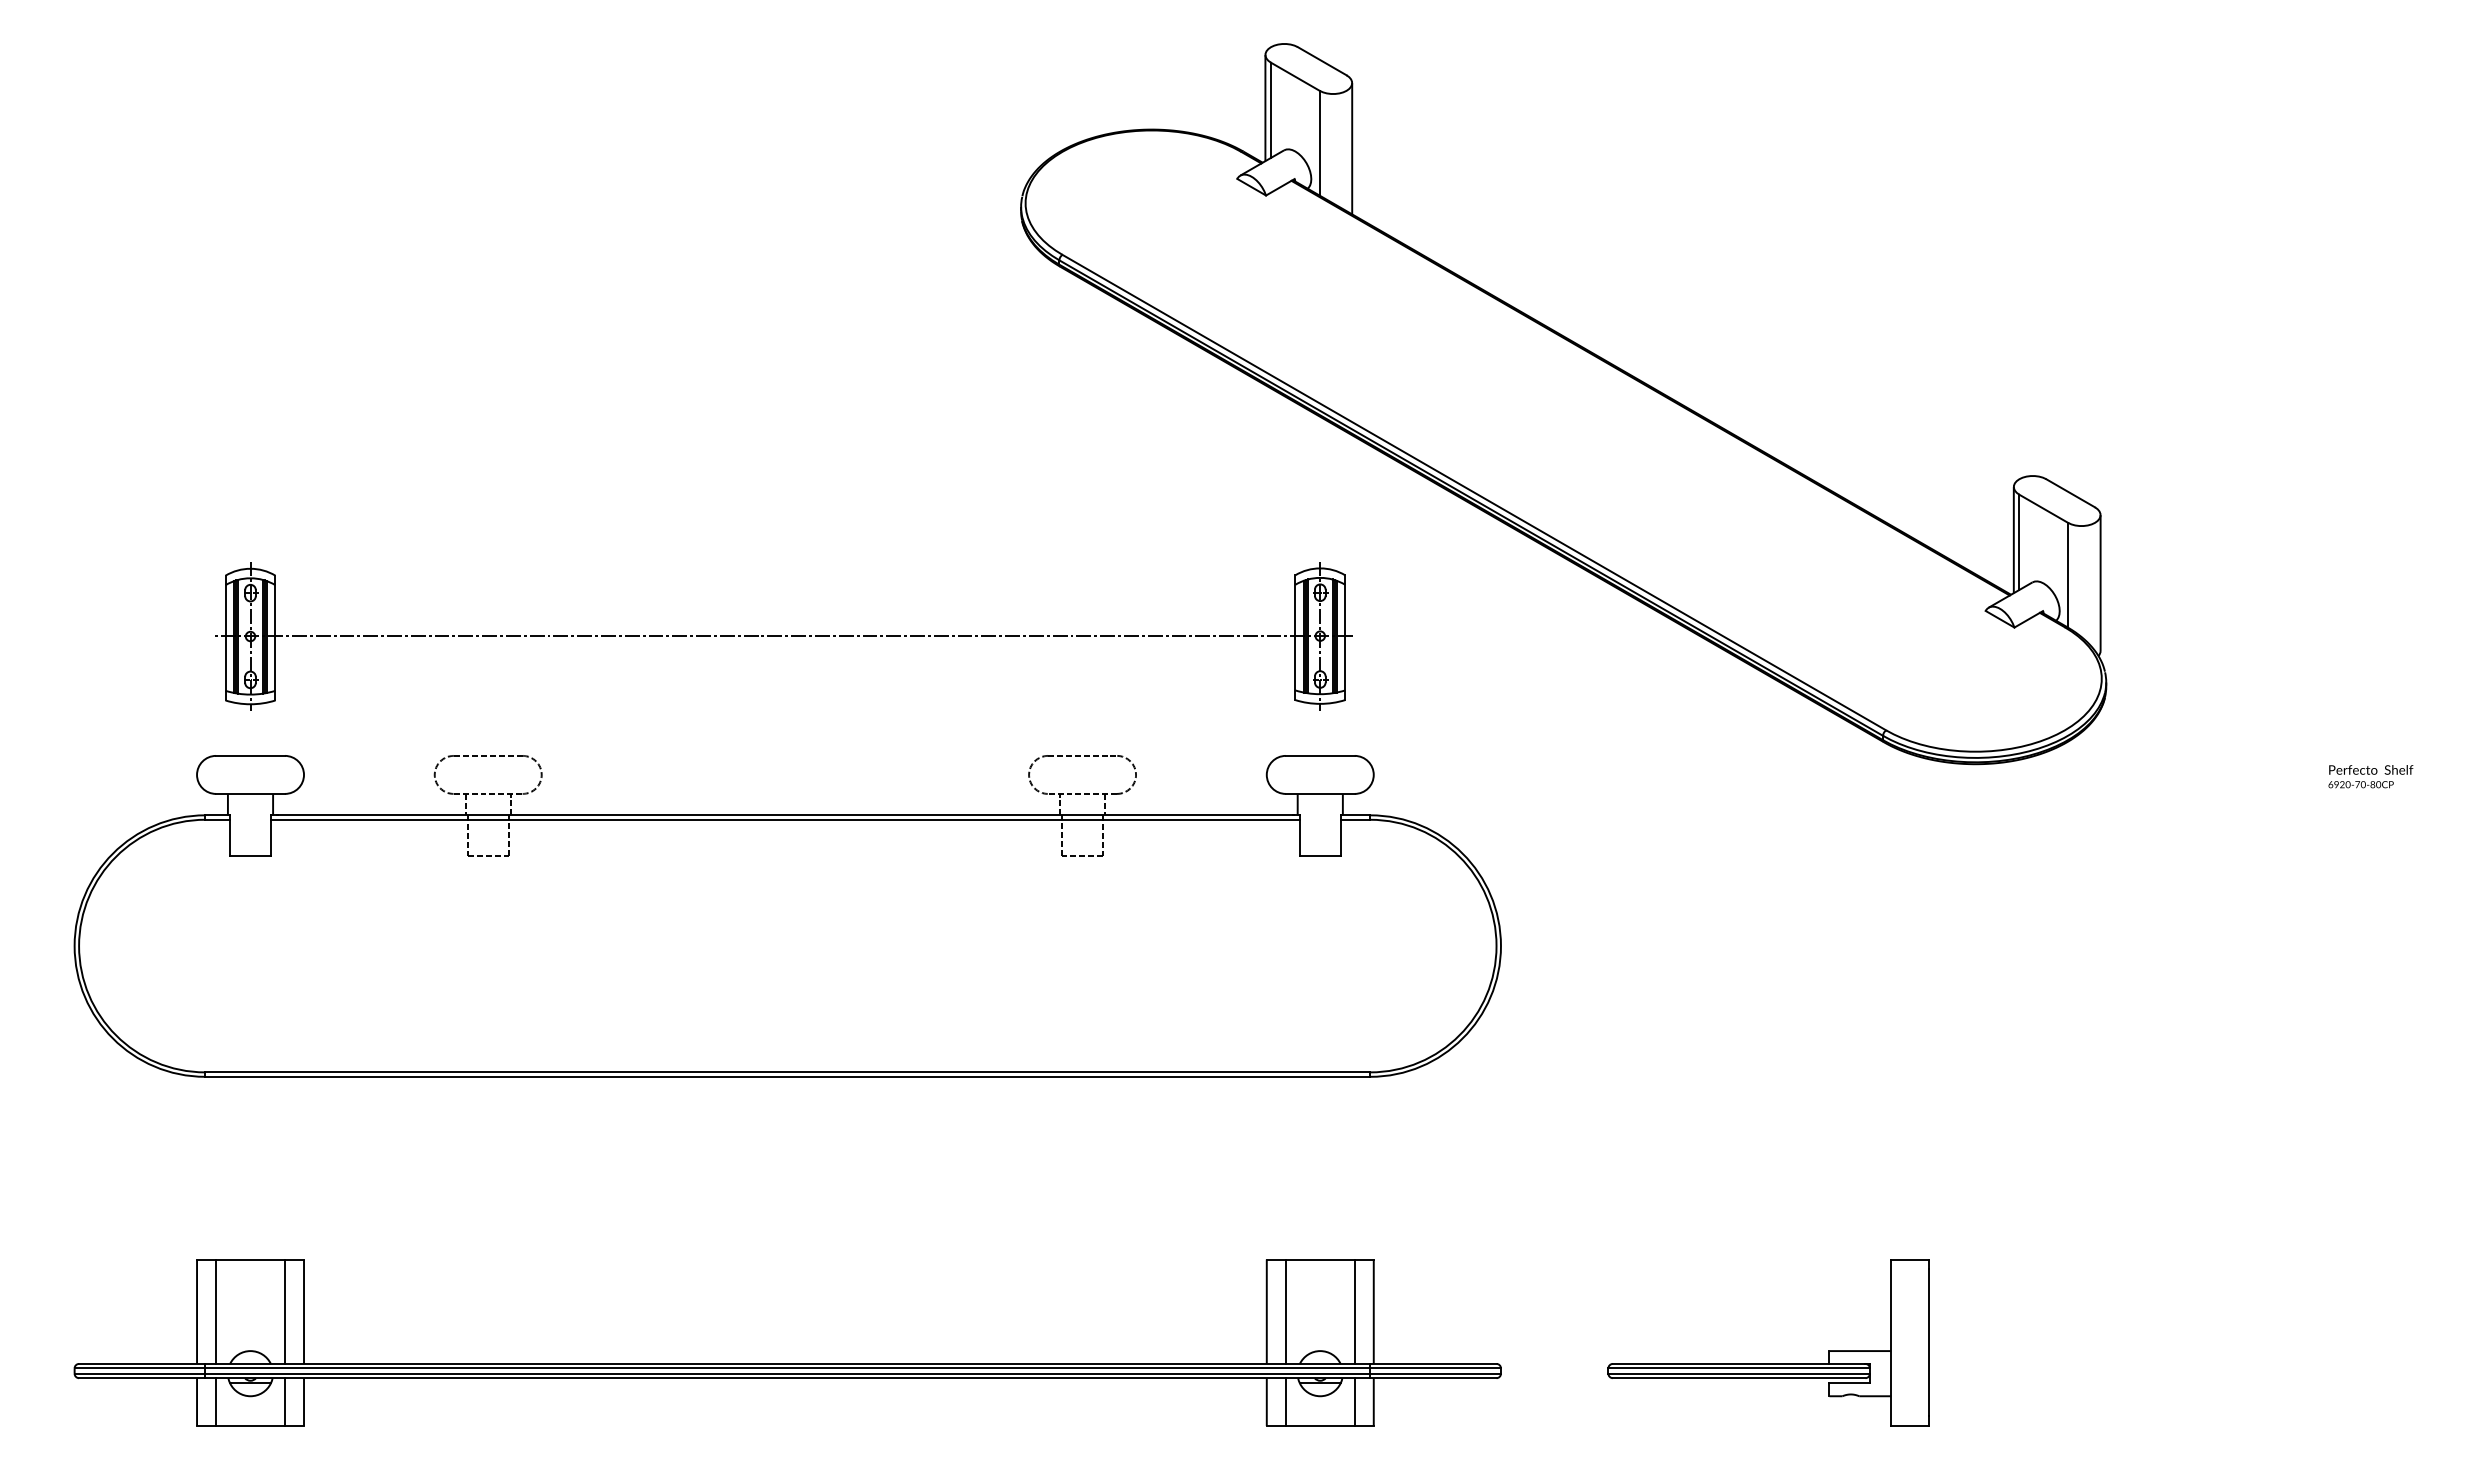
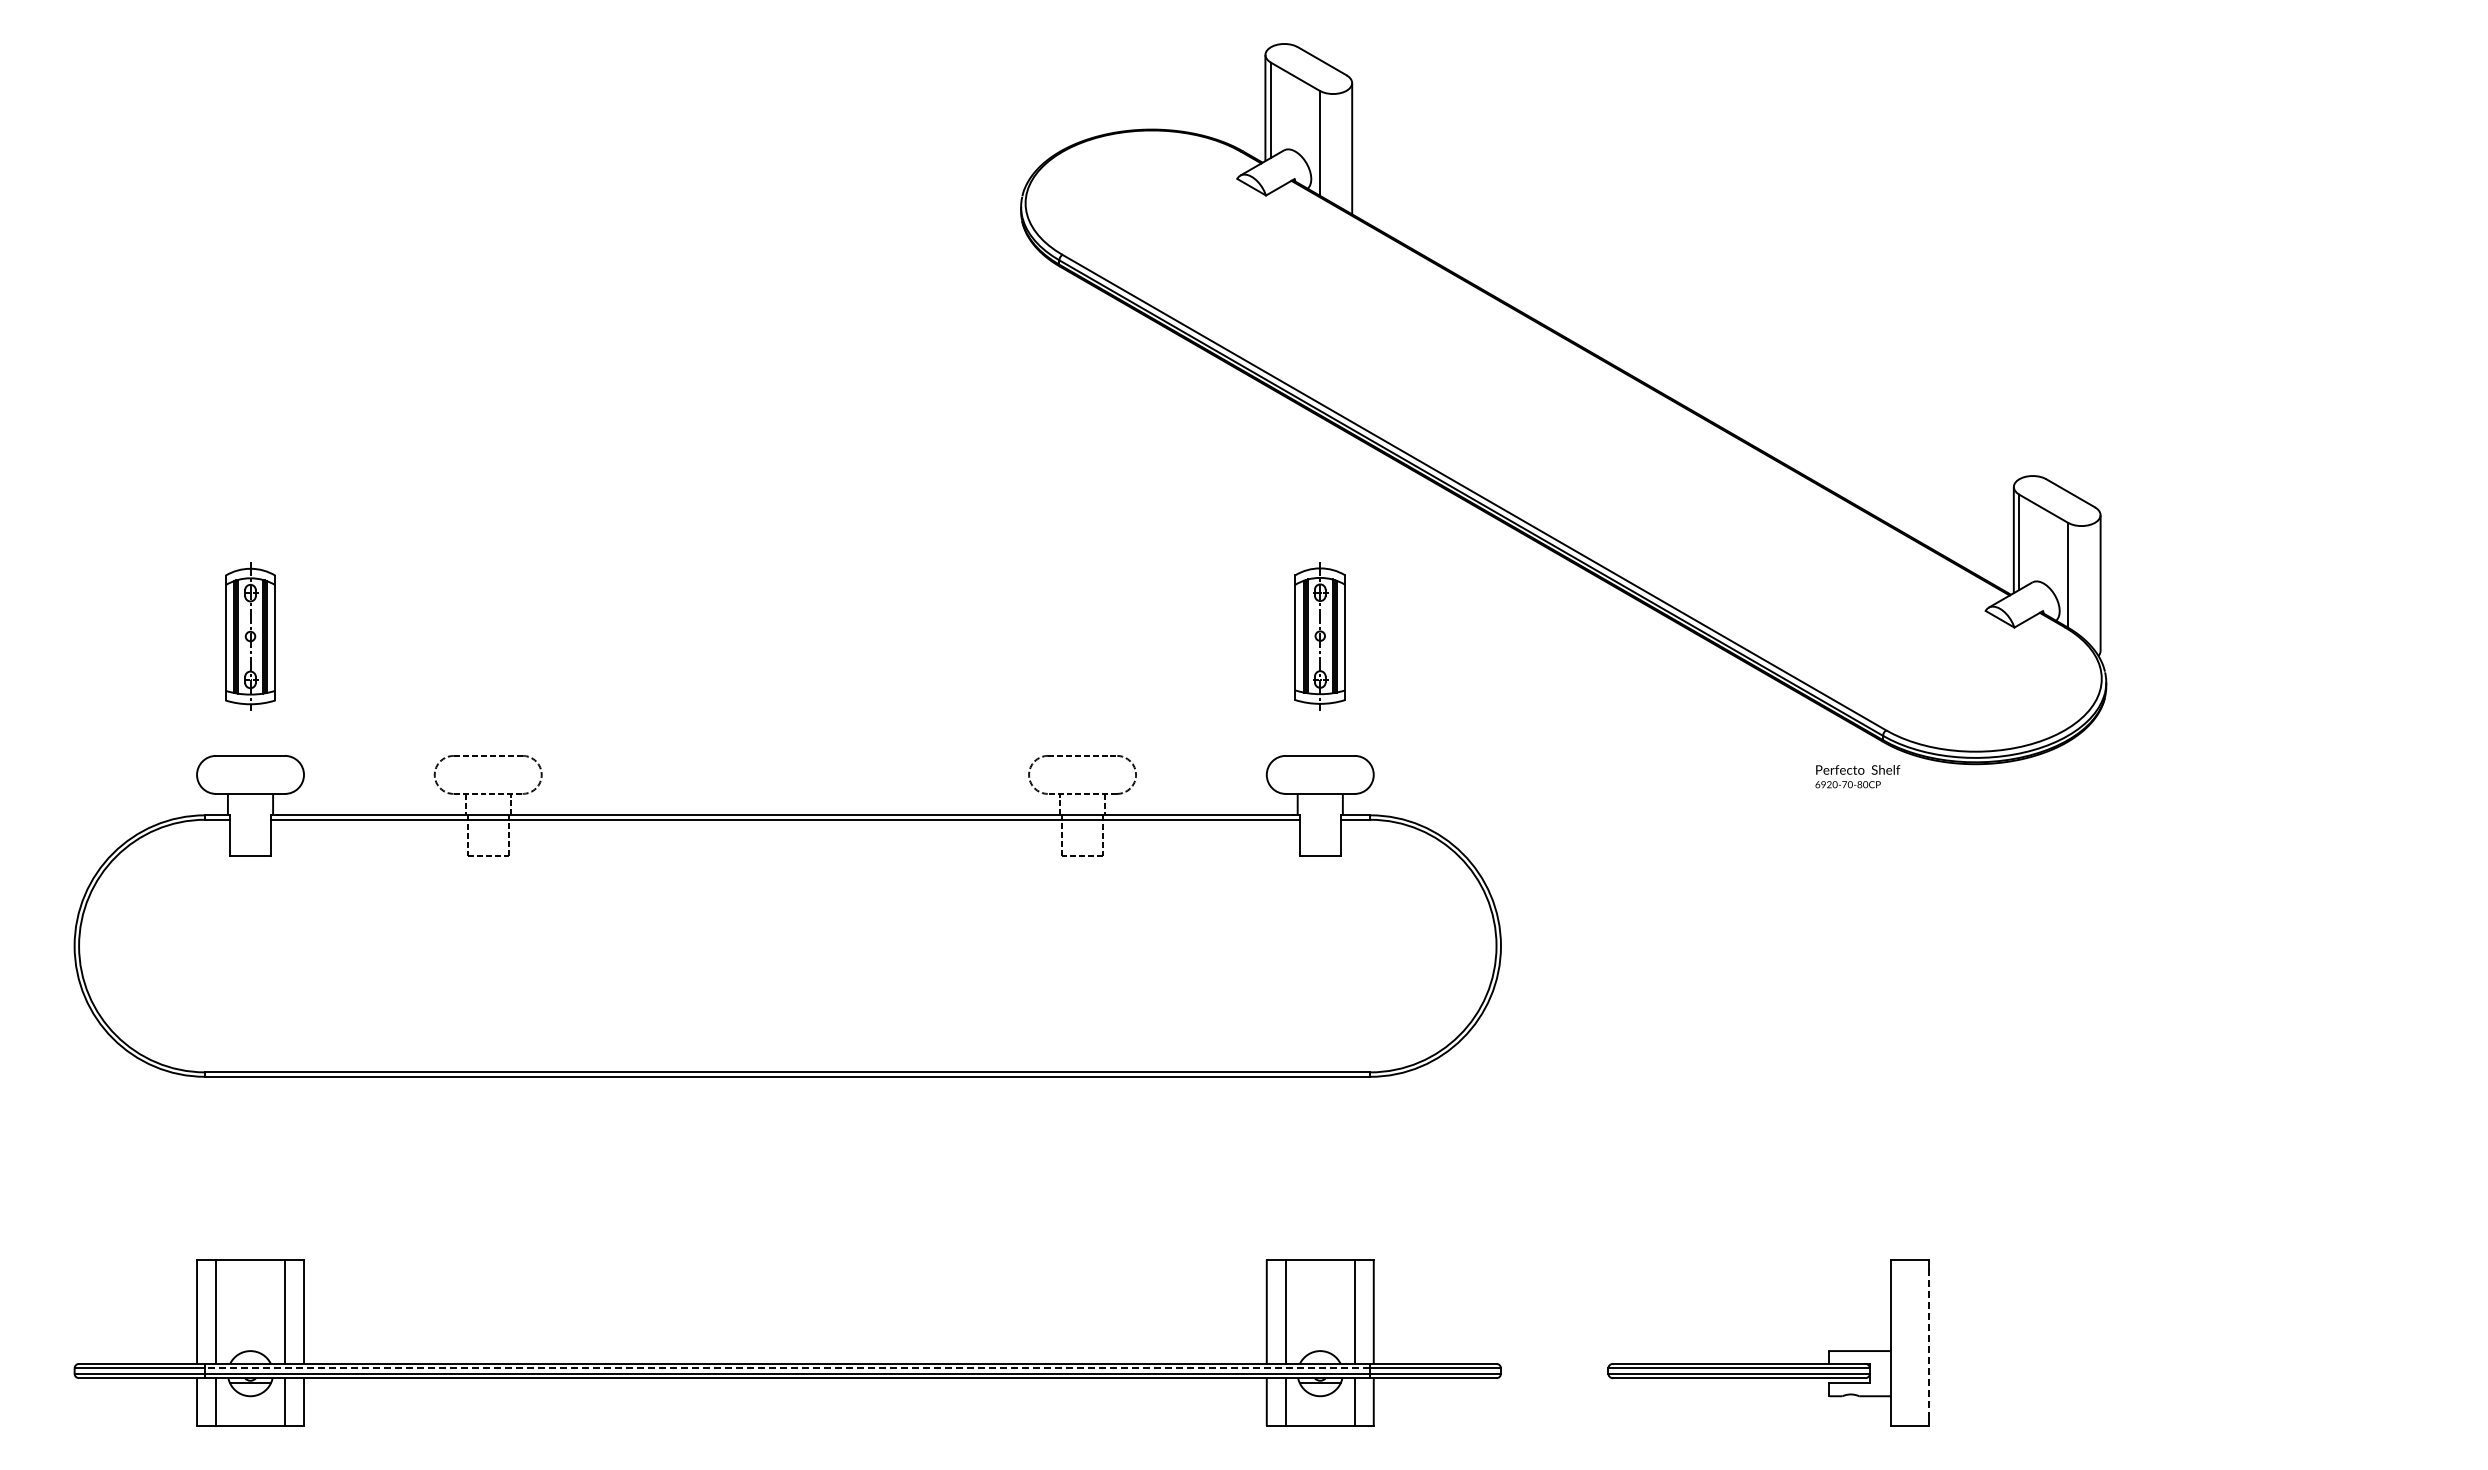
line at (782, 636): present -> none
text at (2370, 776) position: (2370, 776) -> (1857, 776)
line at (1929, 1342): solid -> dashed
line at (787, 1368): solid -> dashed
